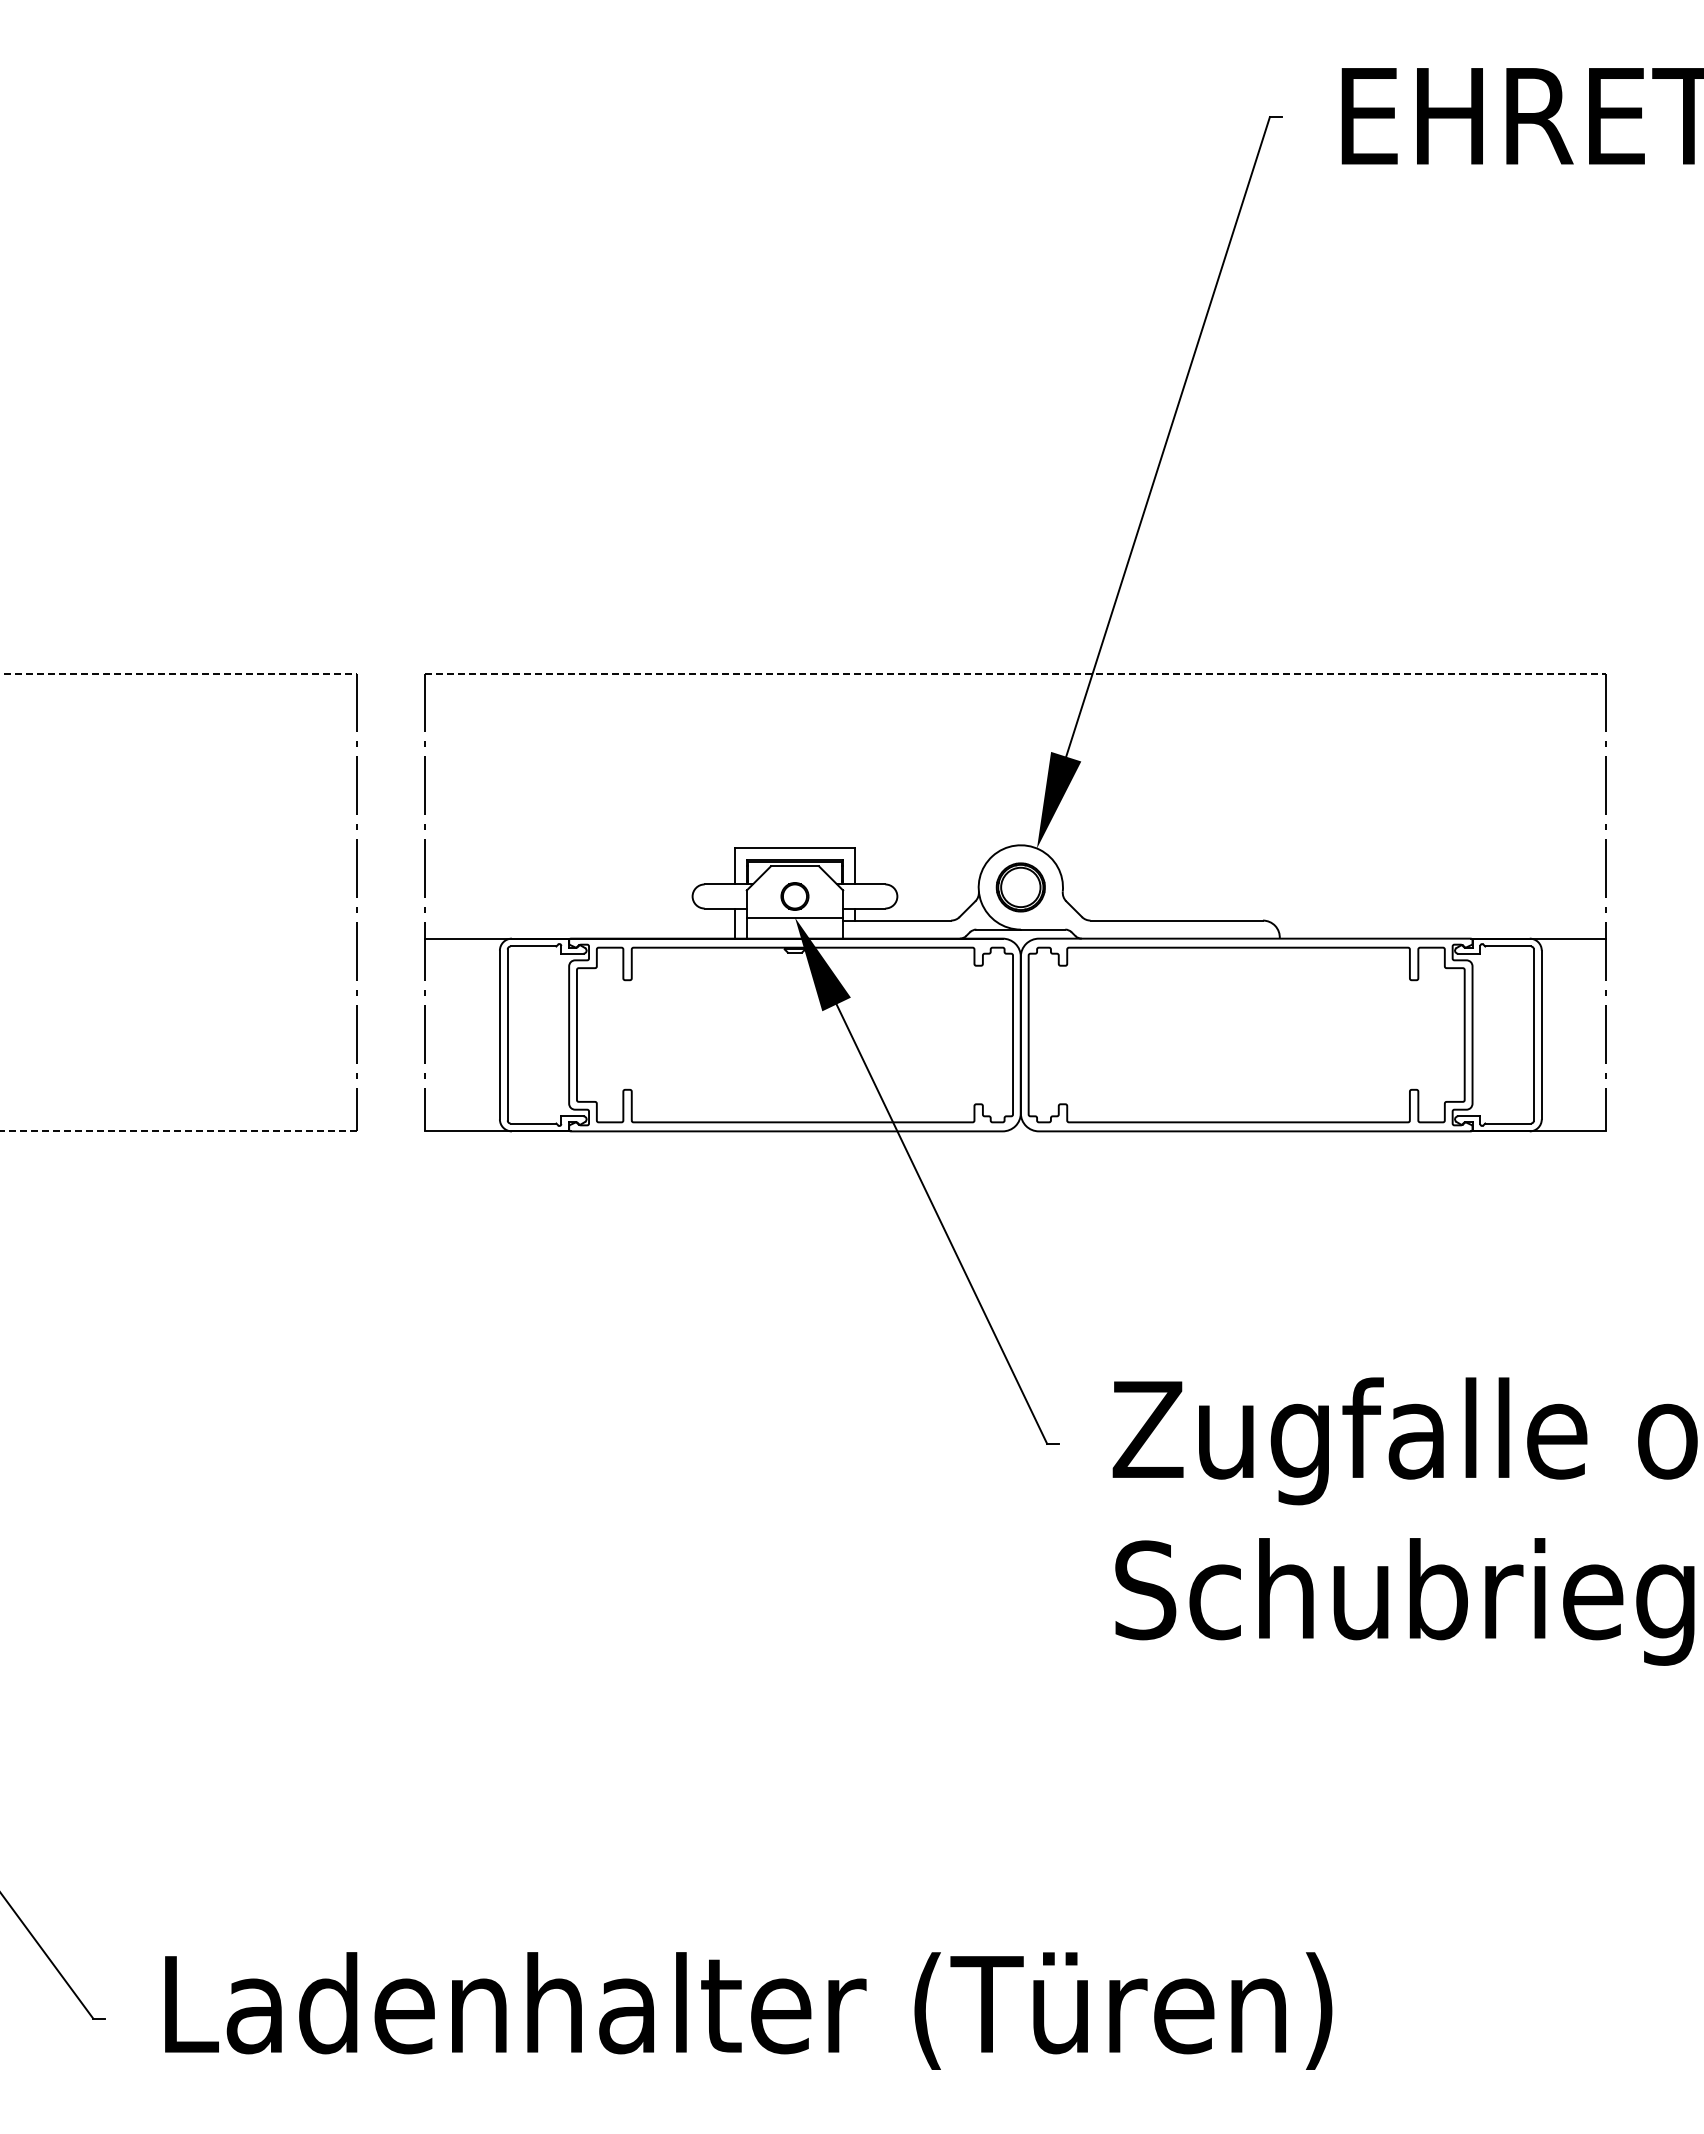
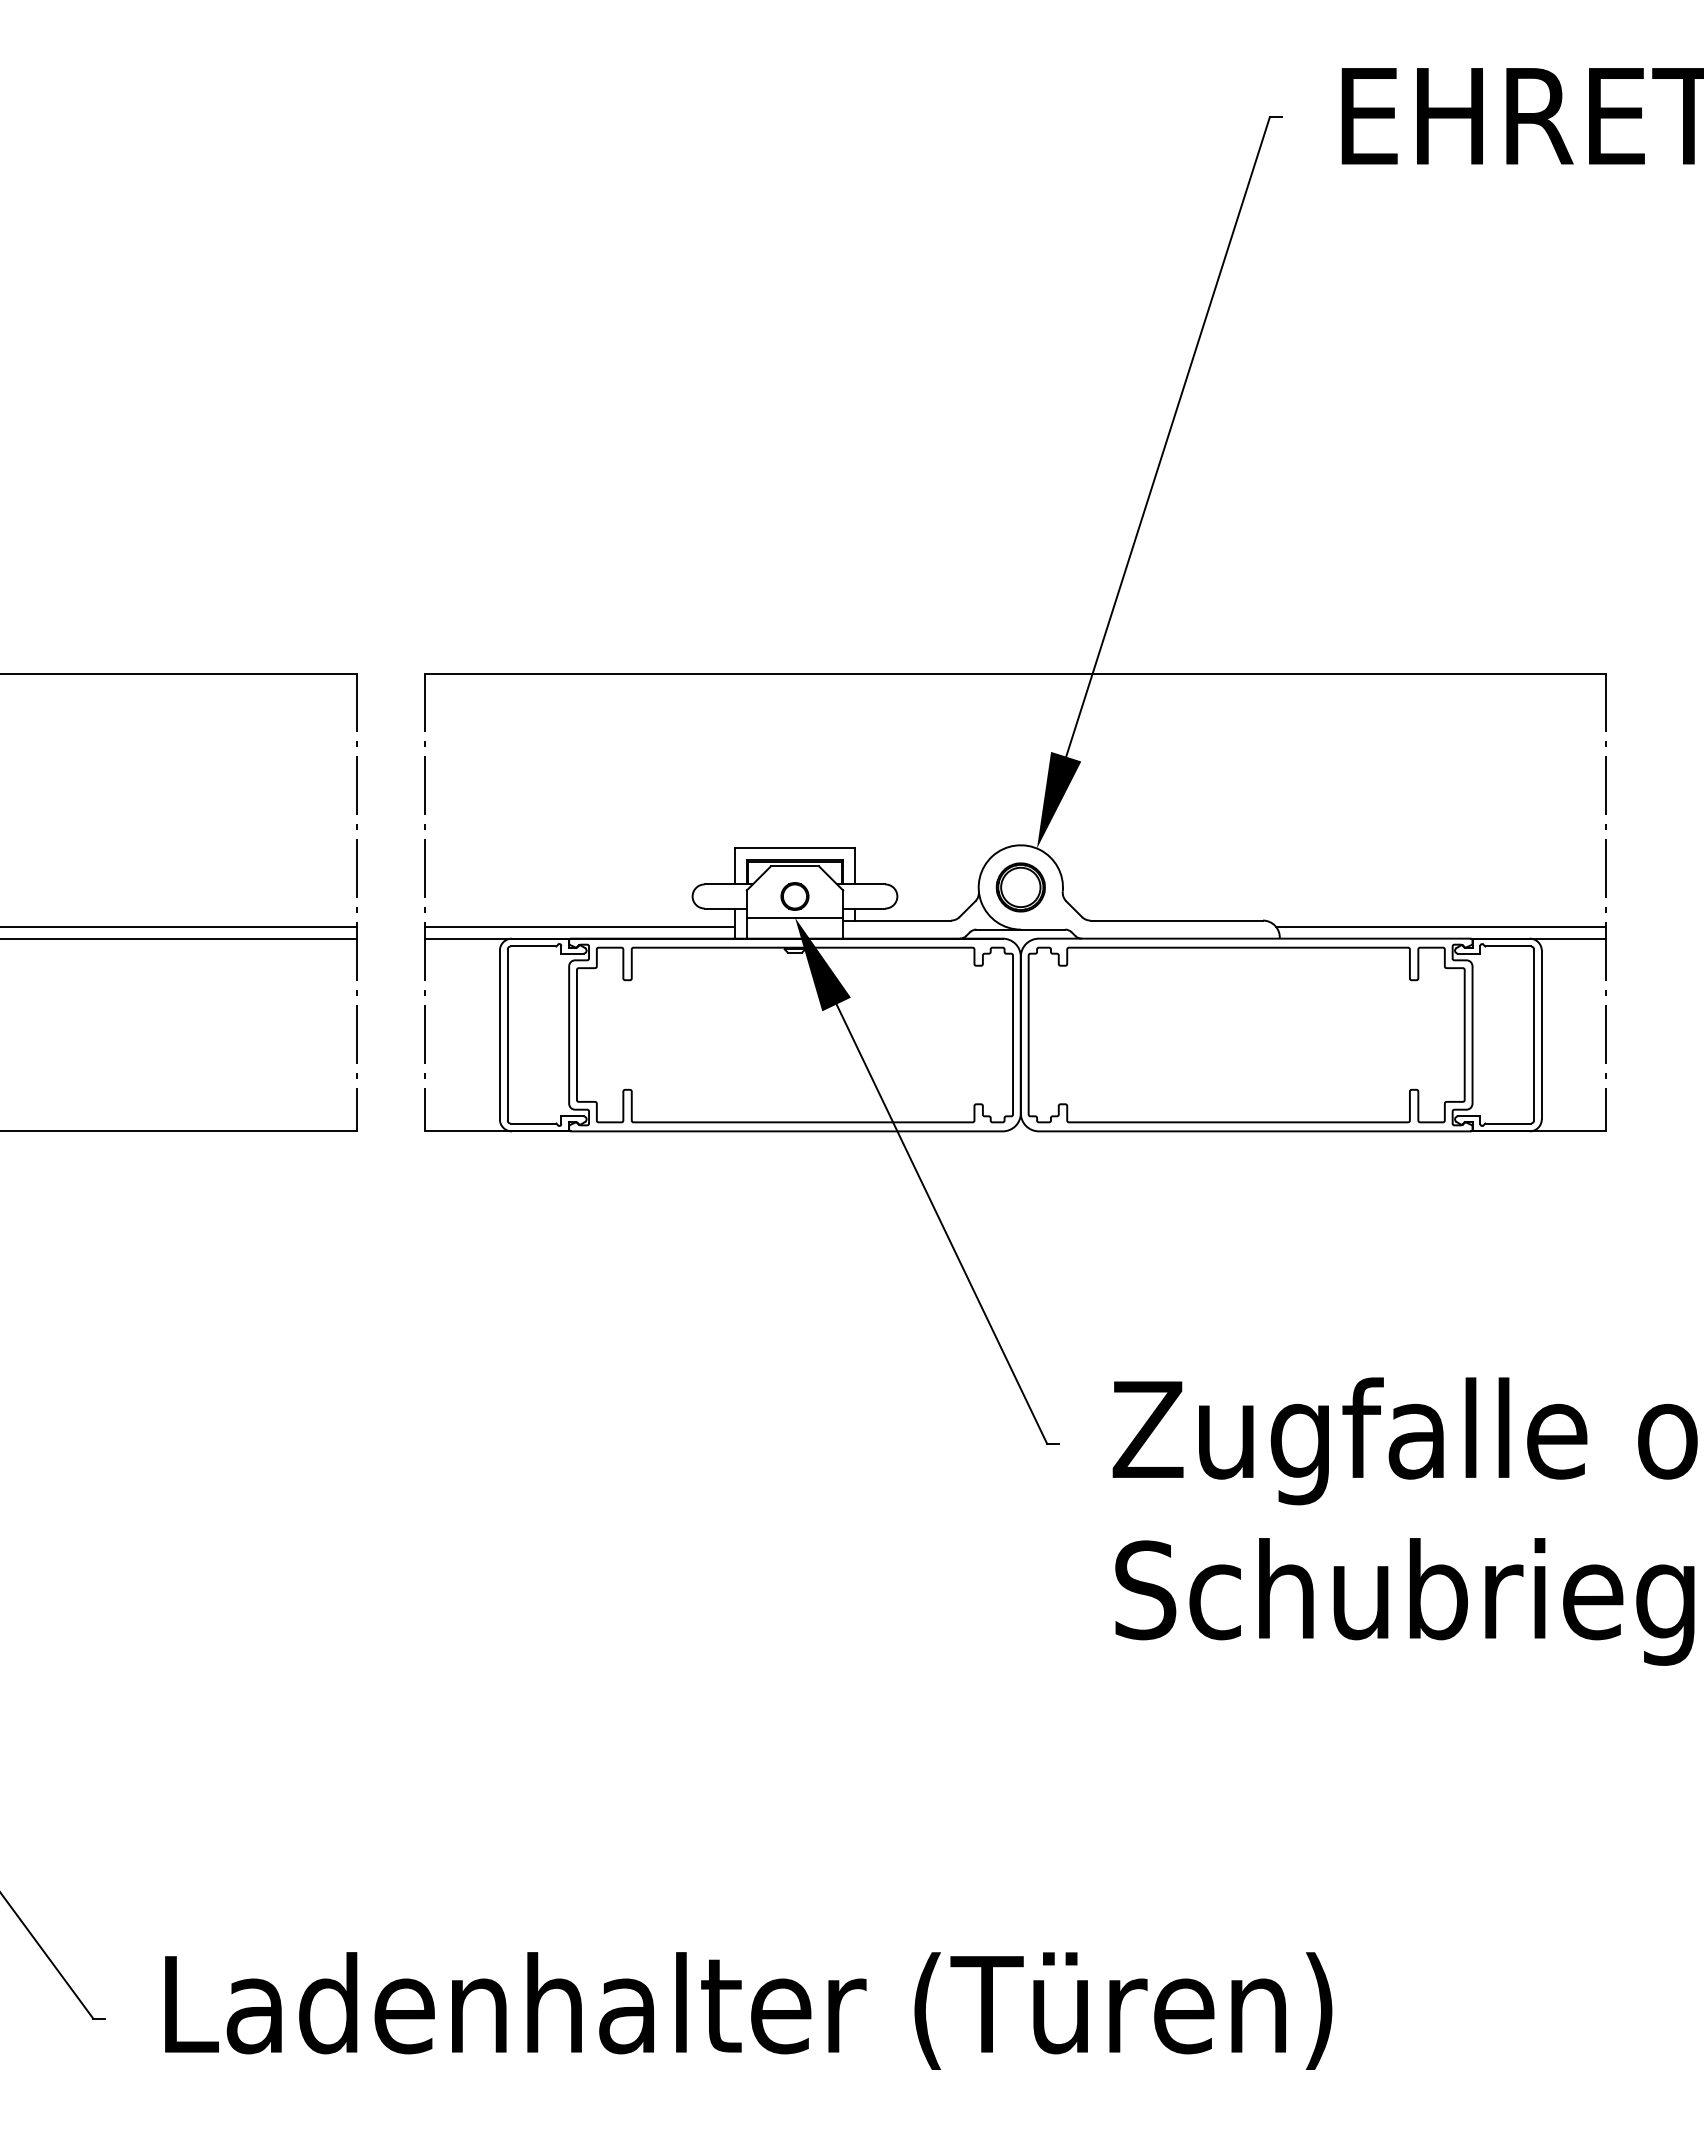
line at (179, 673): dashed -> solid
line at (1015, 673): dashed -> solid
line at (179, 926): none -> present
line at (579, 926): none -> present
line at (1440, 926): none -> present
line at (179, 938): none -> present
line at (178, 1131): dashed -> solid
